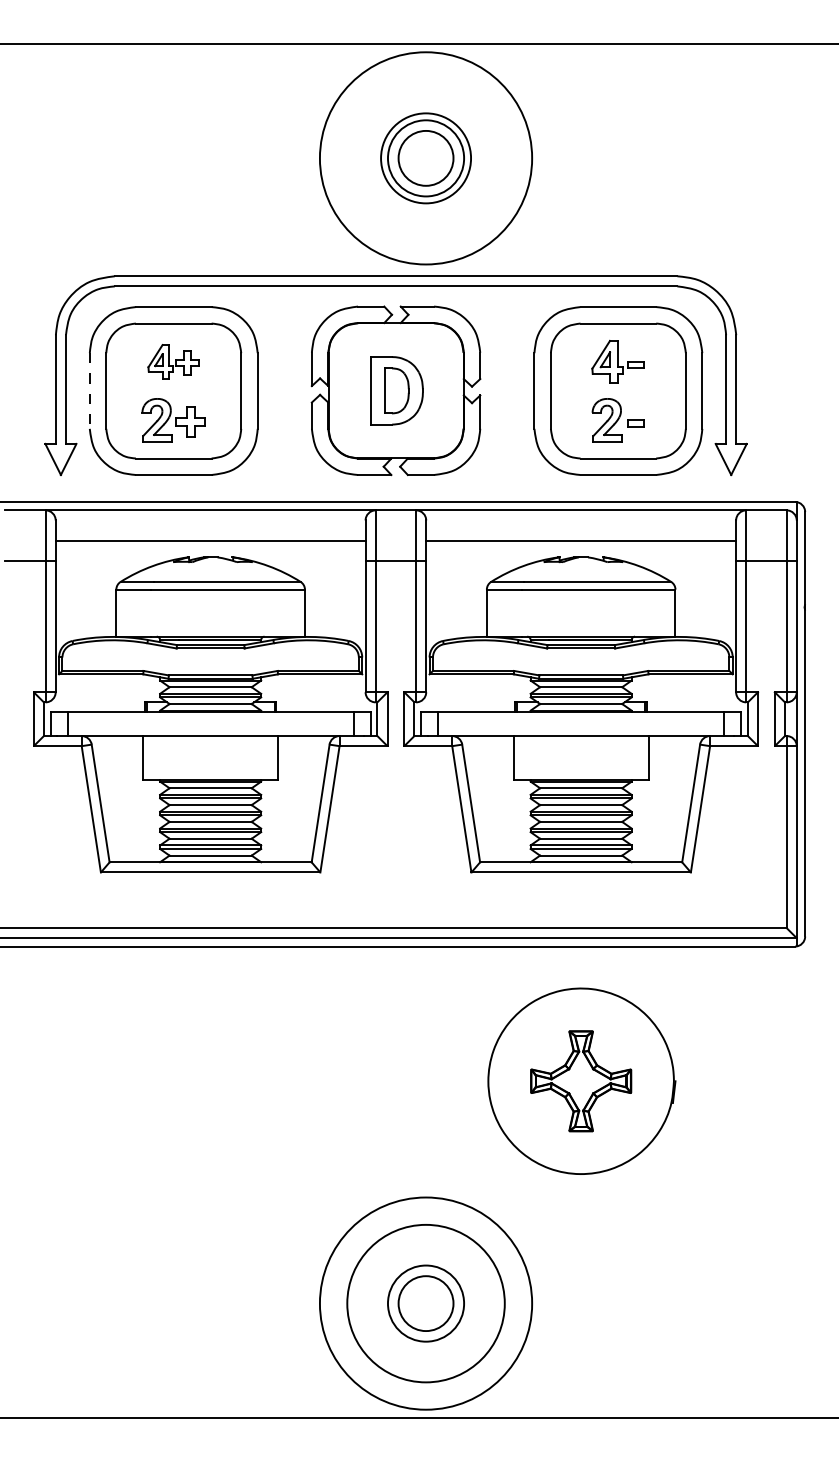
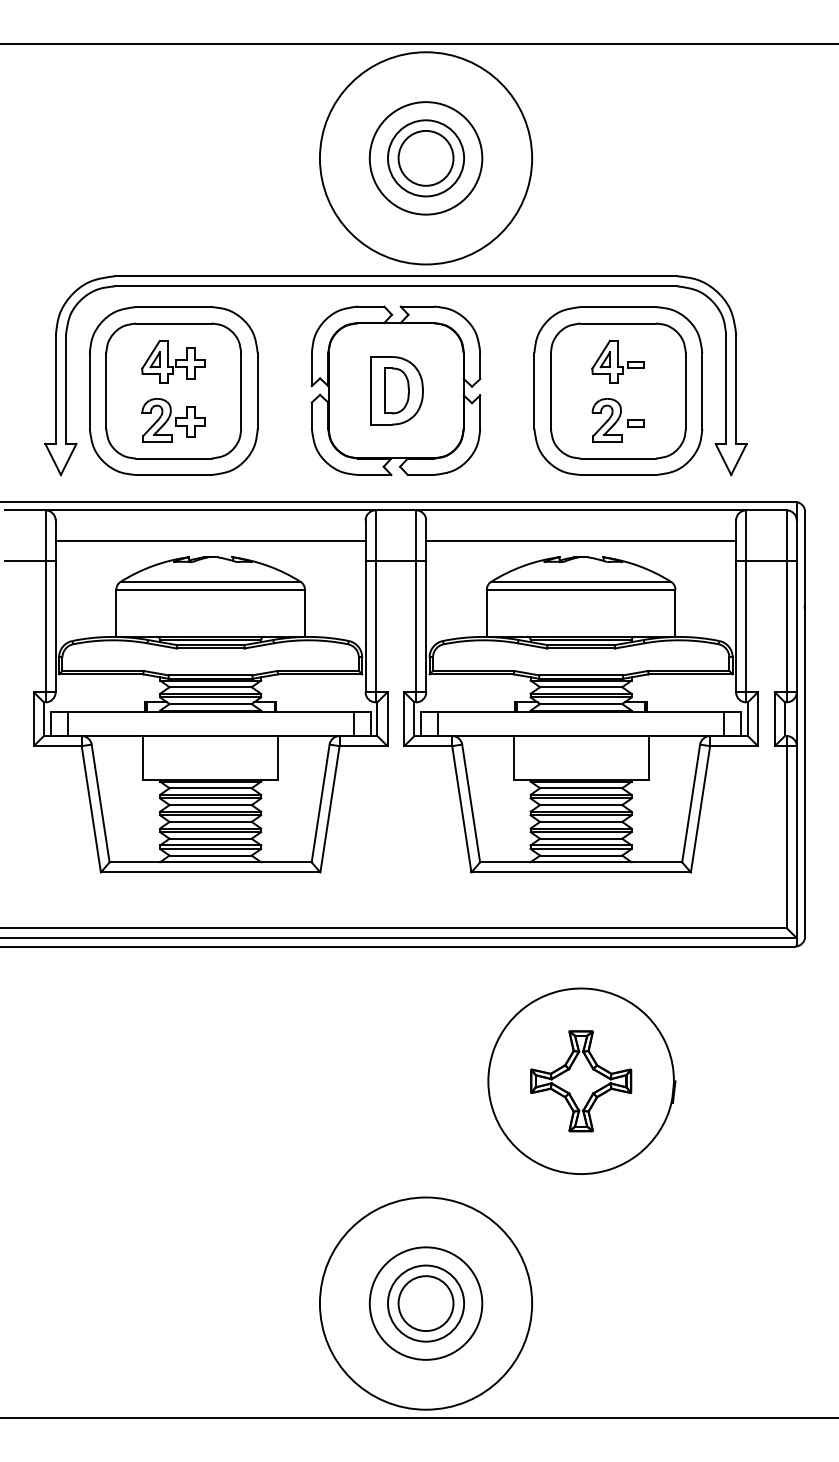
circle at (426, 158) diameter: 90 px -> 113 px
part at (173, 361) size: 53x36 px -> 65x45 px
line at (89, 391): dashed -> solid
circle at (425, 1303) diameter: 158 px -> 113 px
